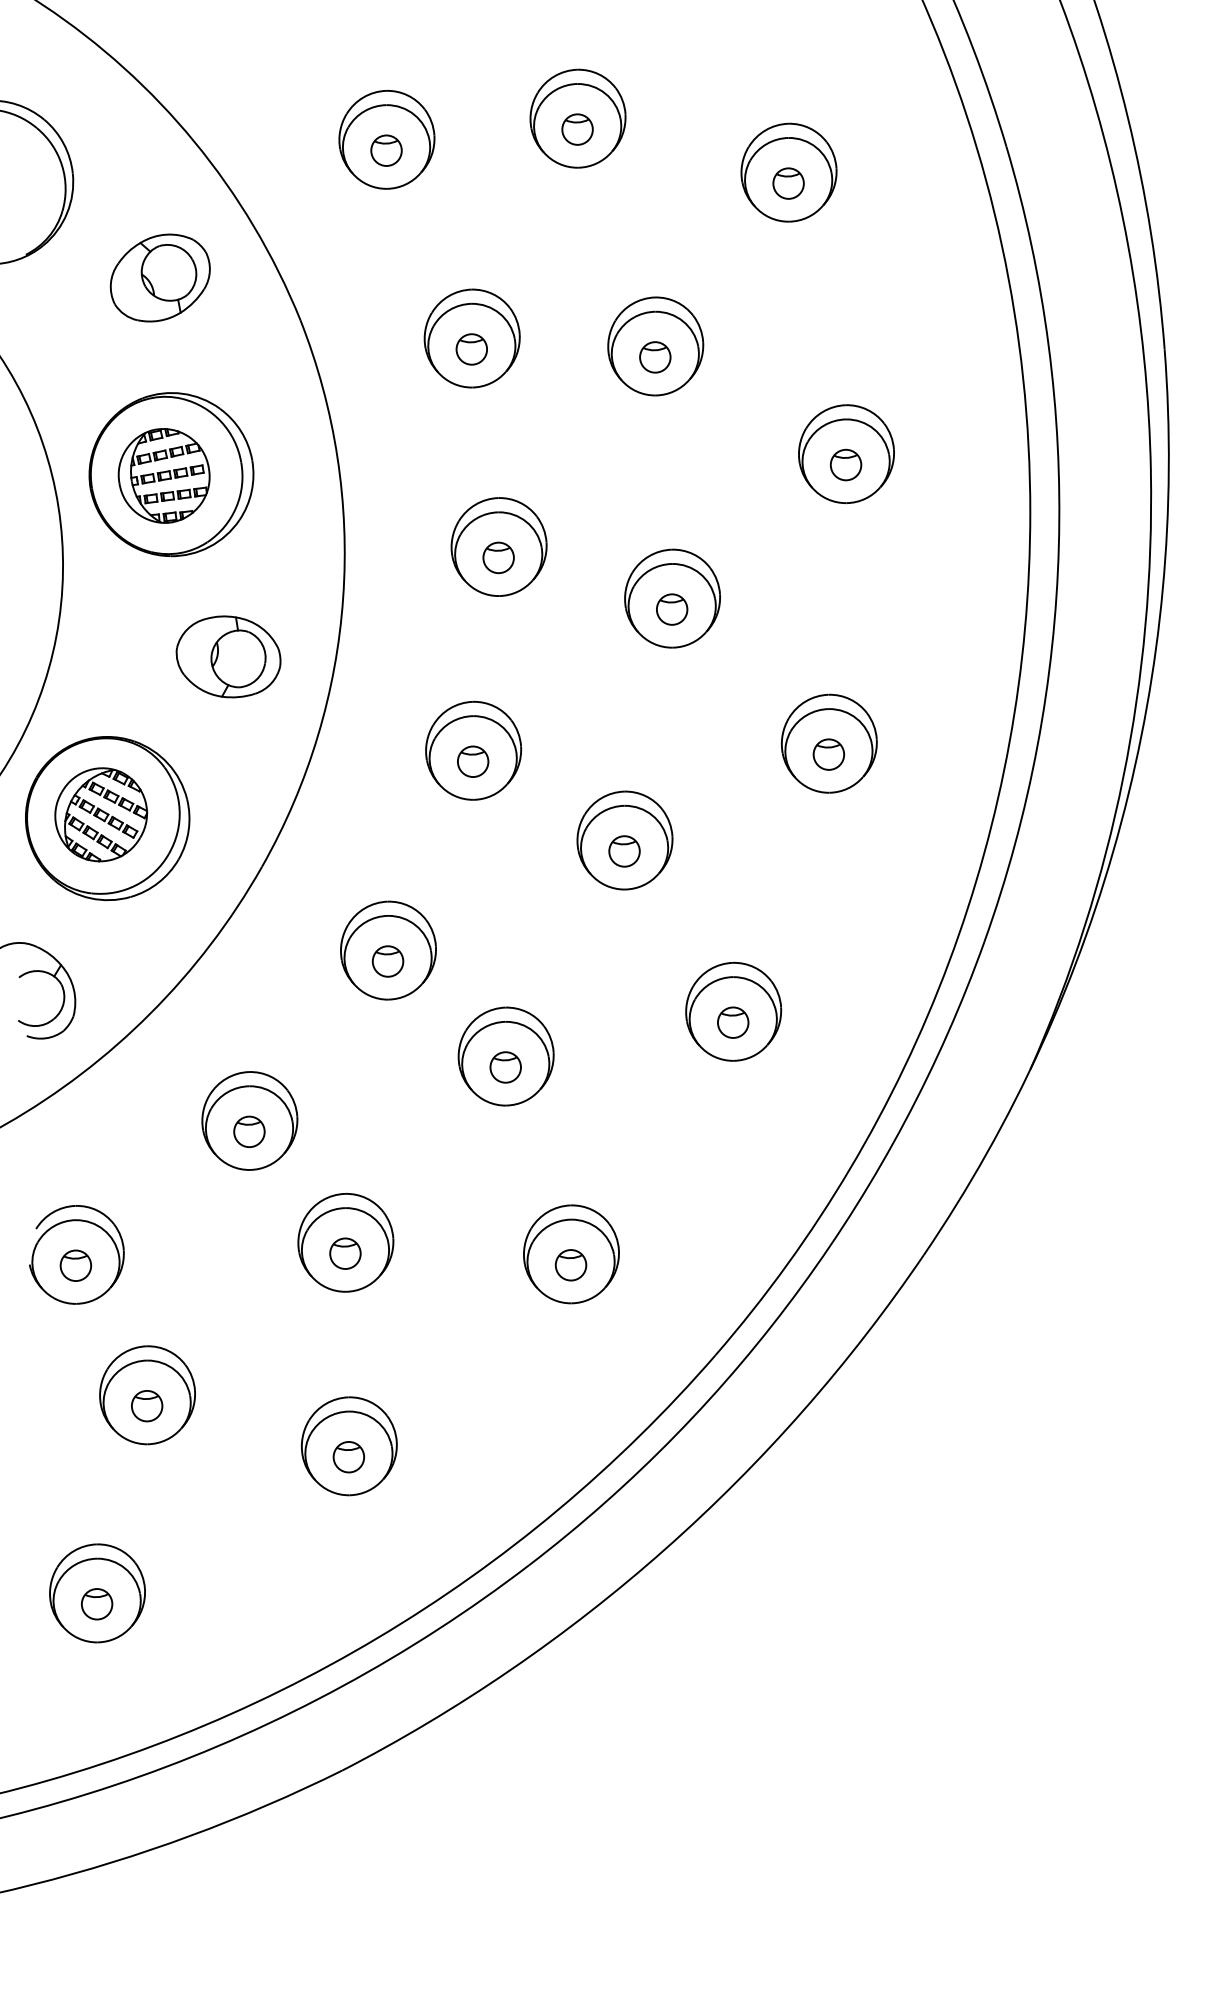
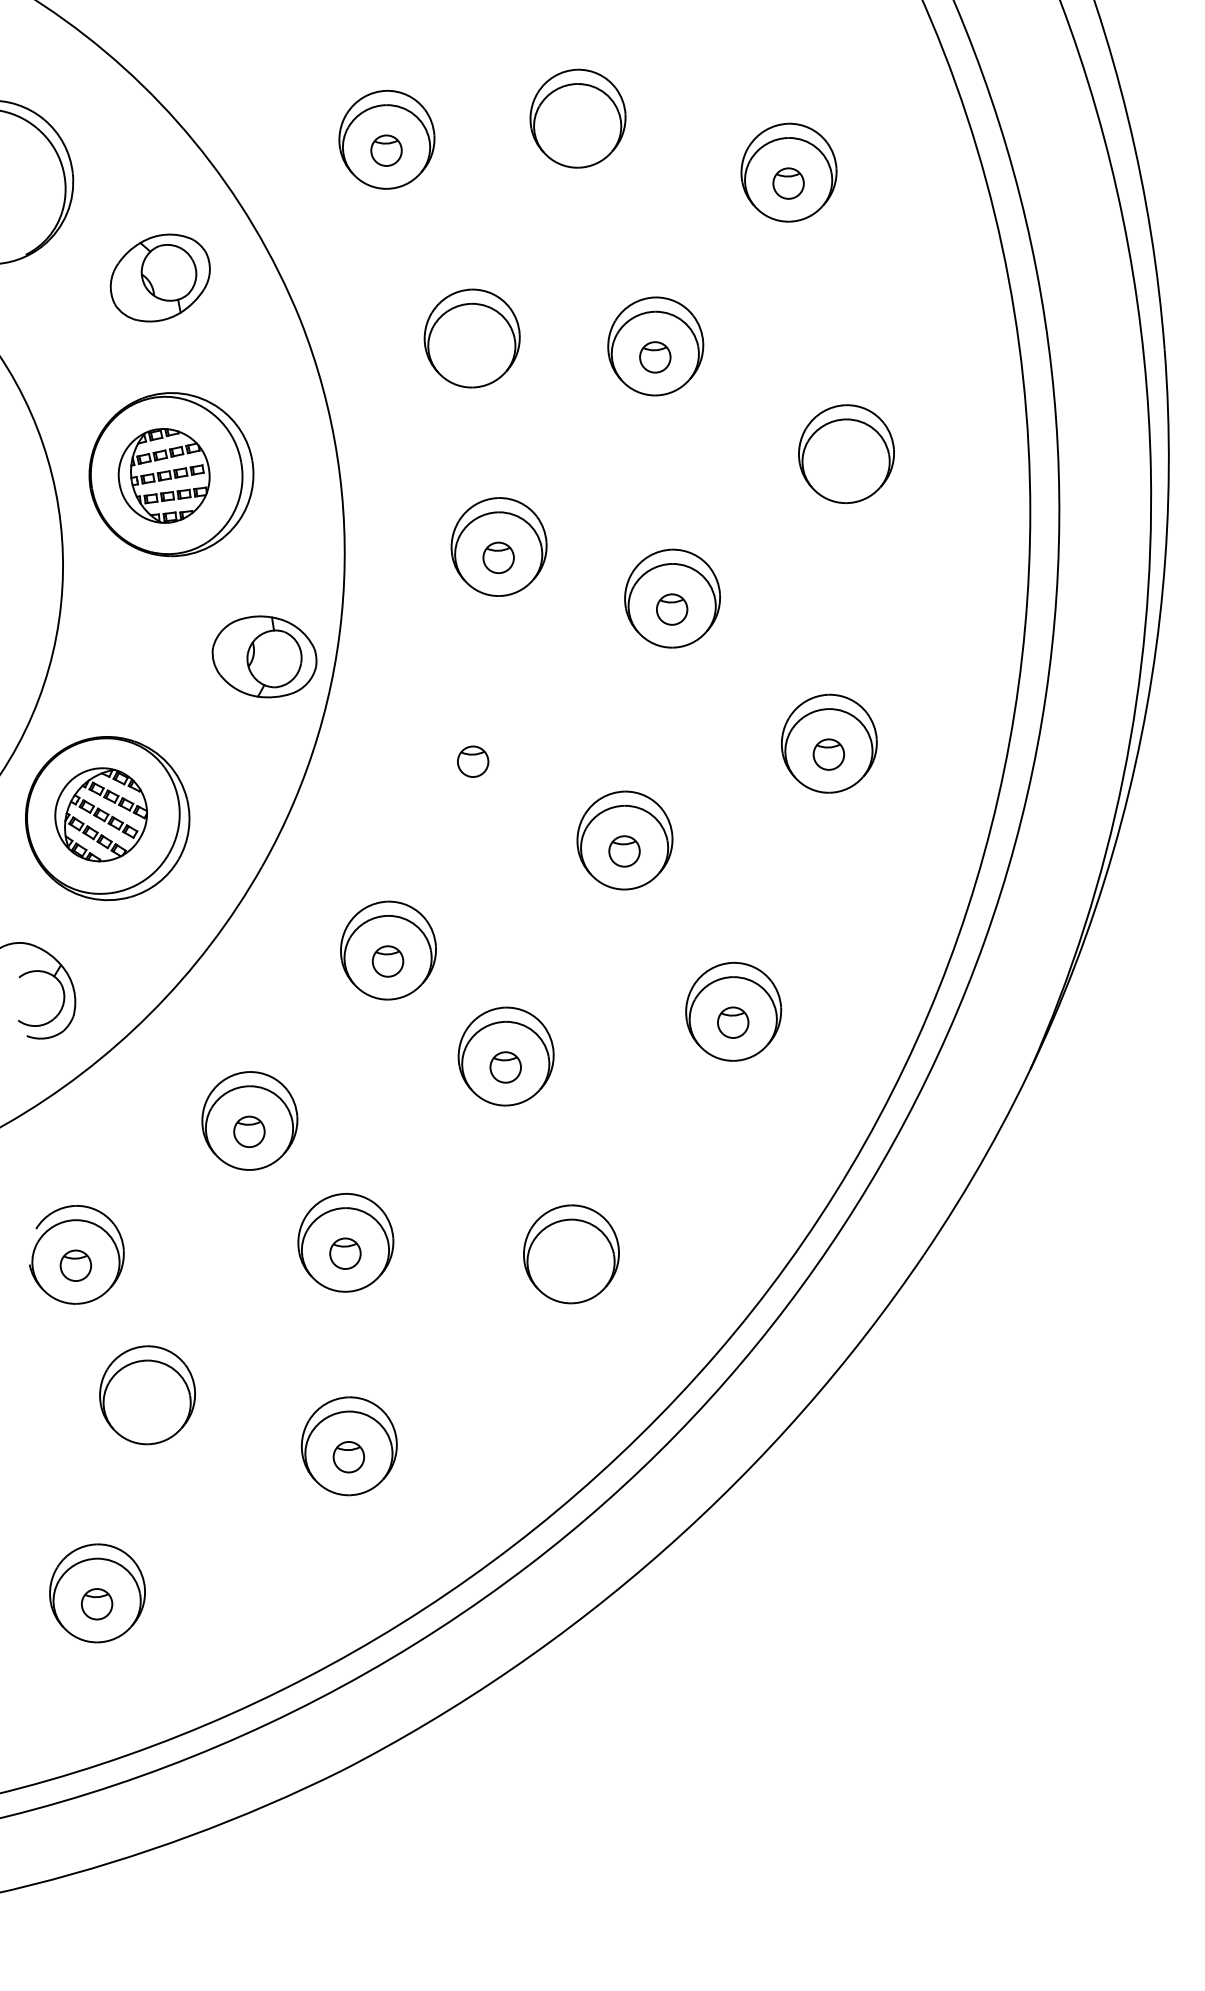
part at (577, 129): present -> none
part at (471, 349): present -> none
part at (845, 464): present -> none
part at (228, 656) position: (228, 656) -> (264, 656)
part at (473, 750): present -> none
part at (570, 1265): present -> none
part at (147, 1406): present -> none
